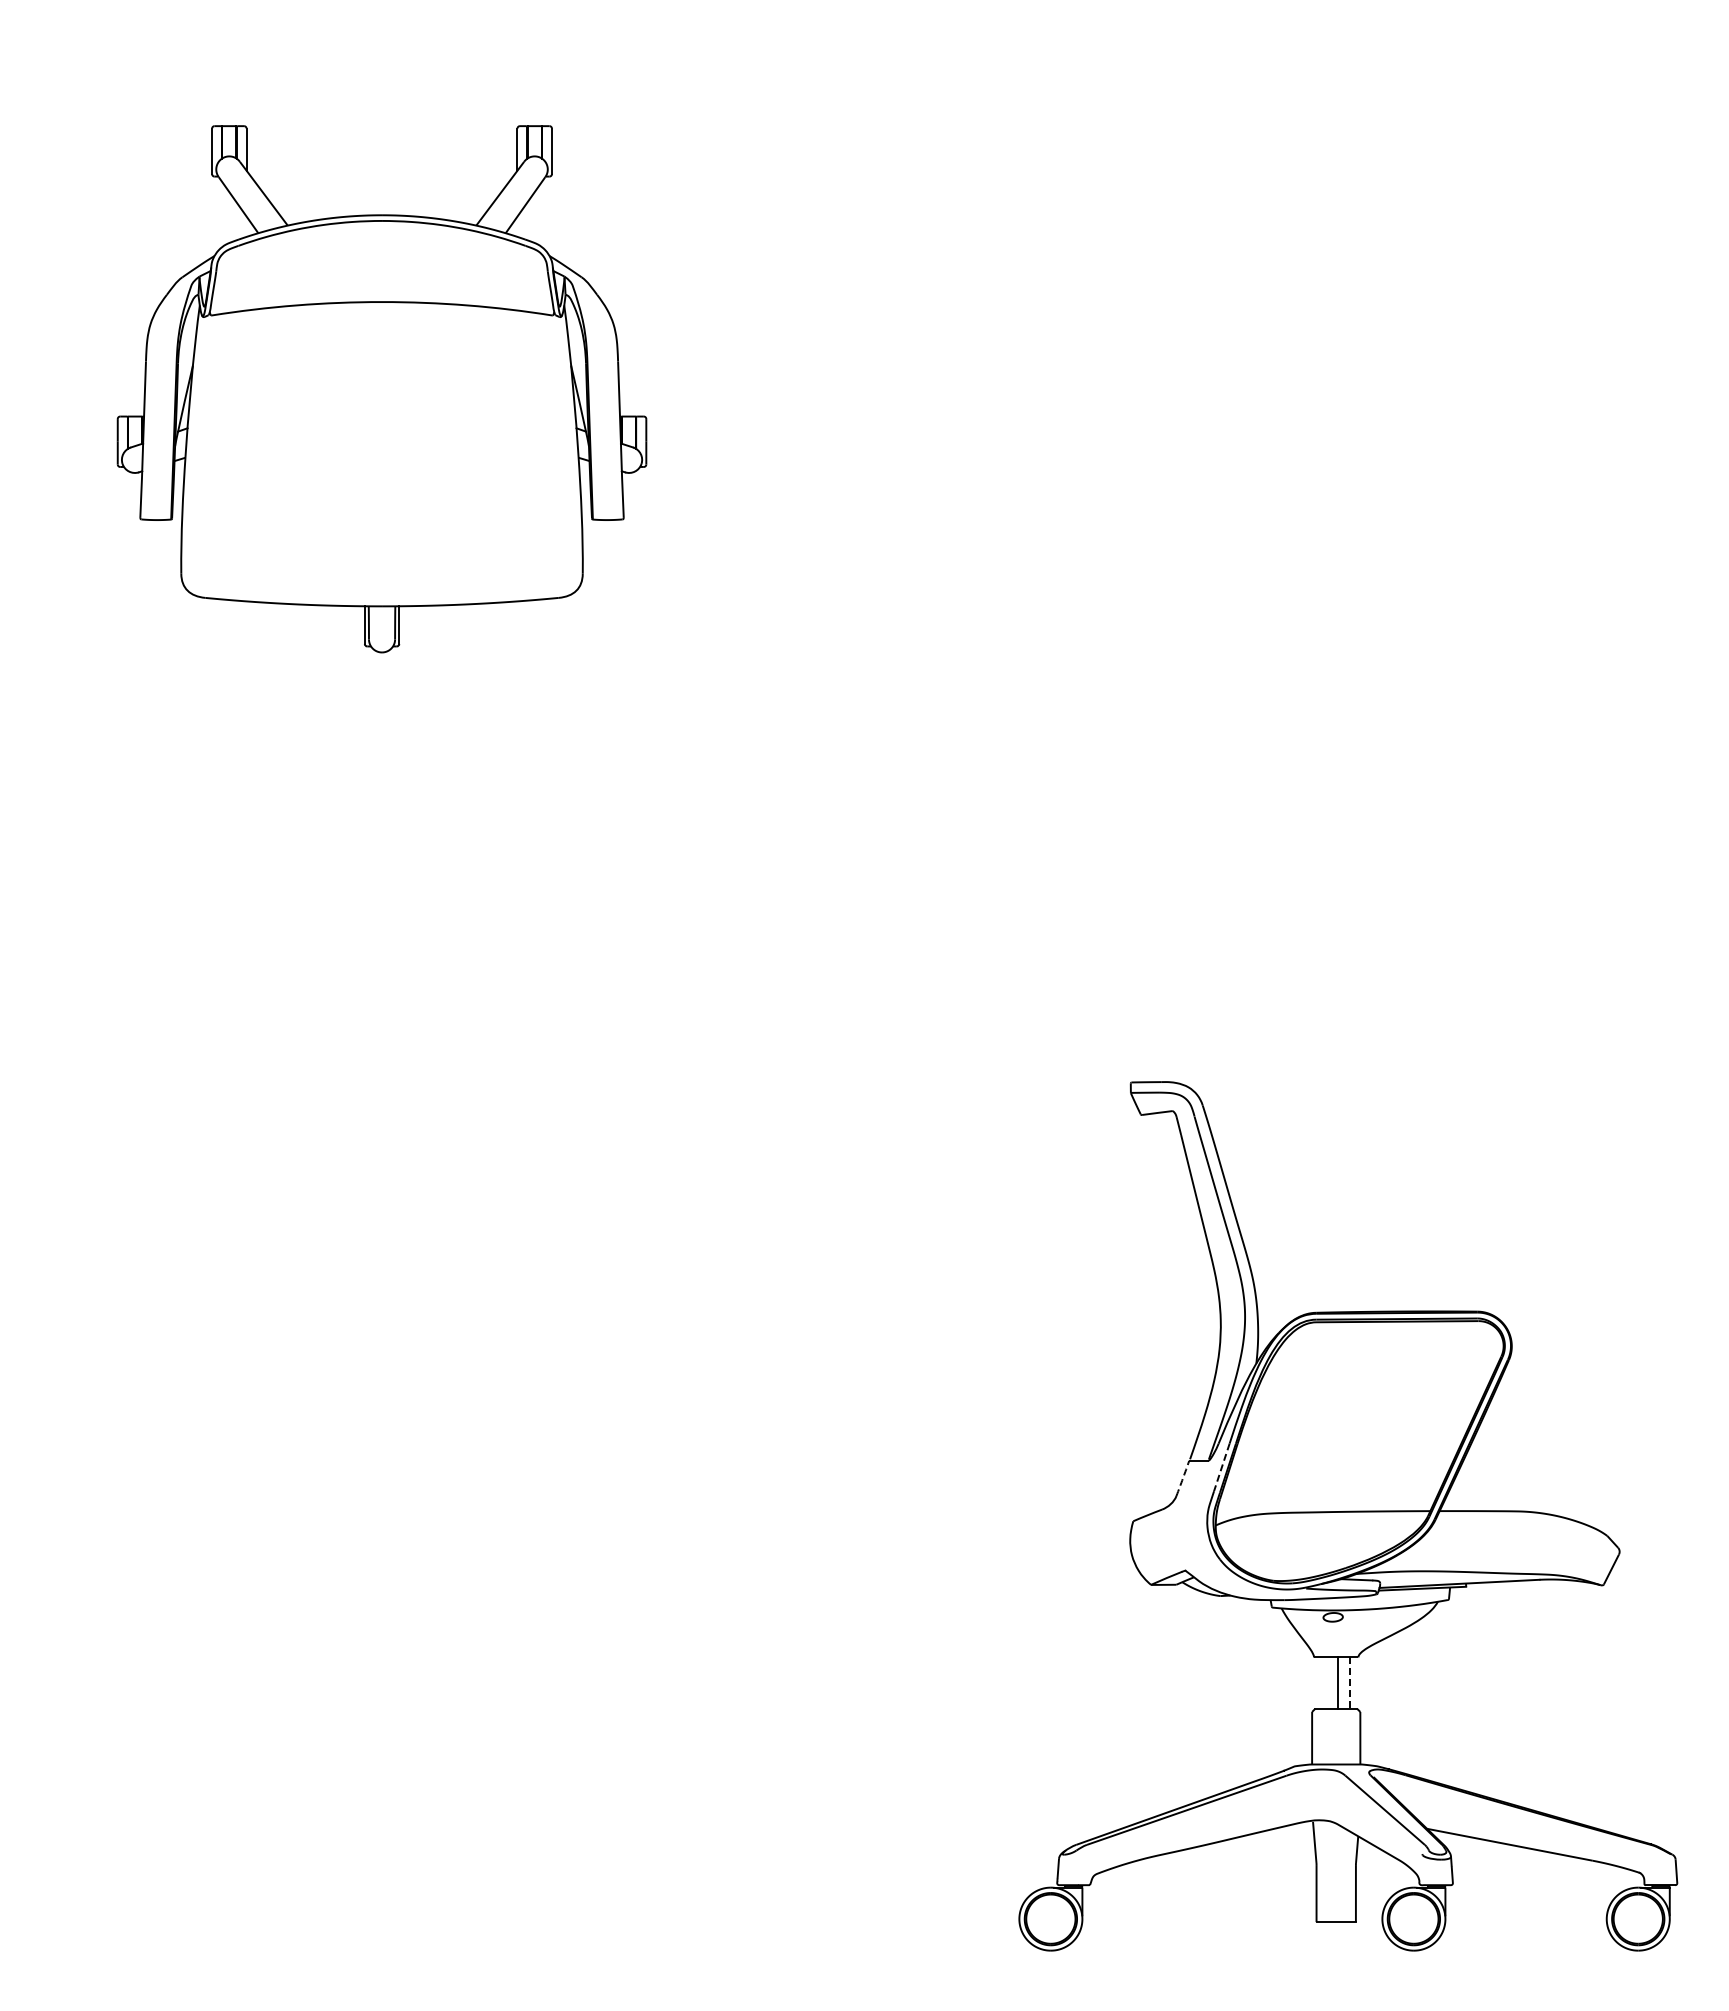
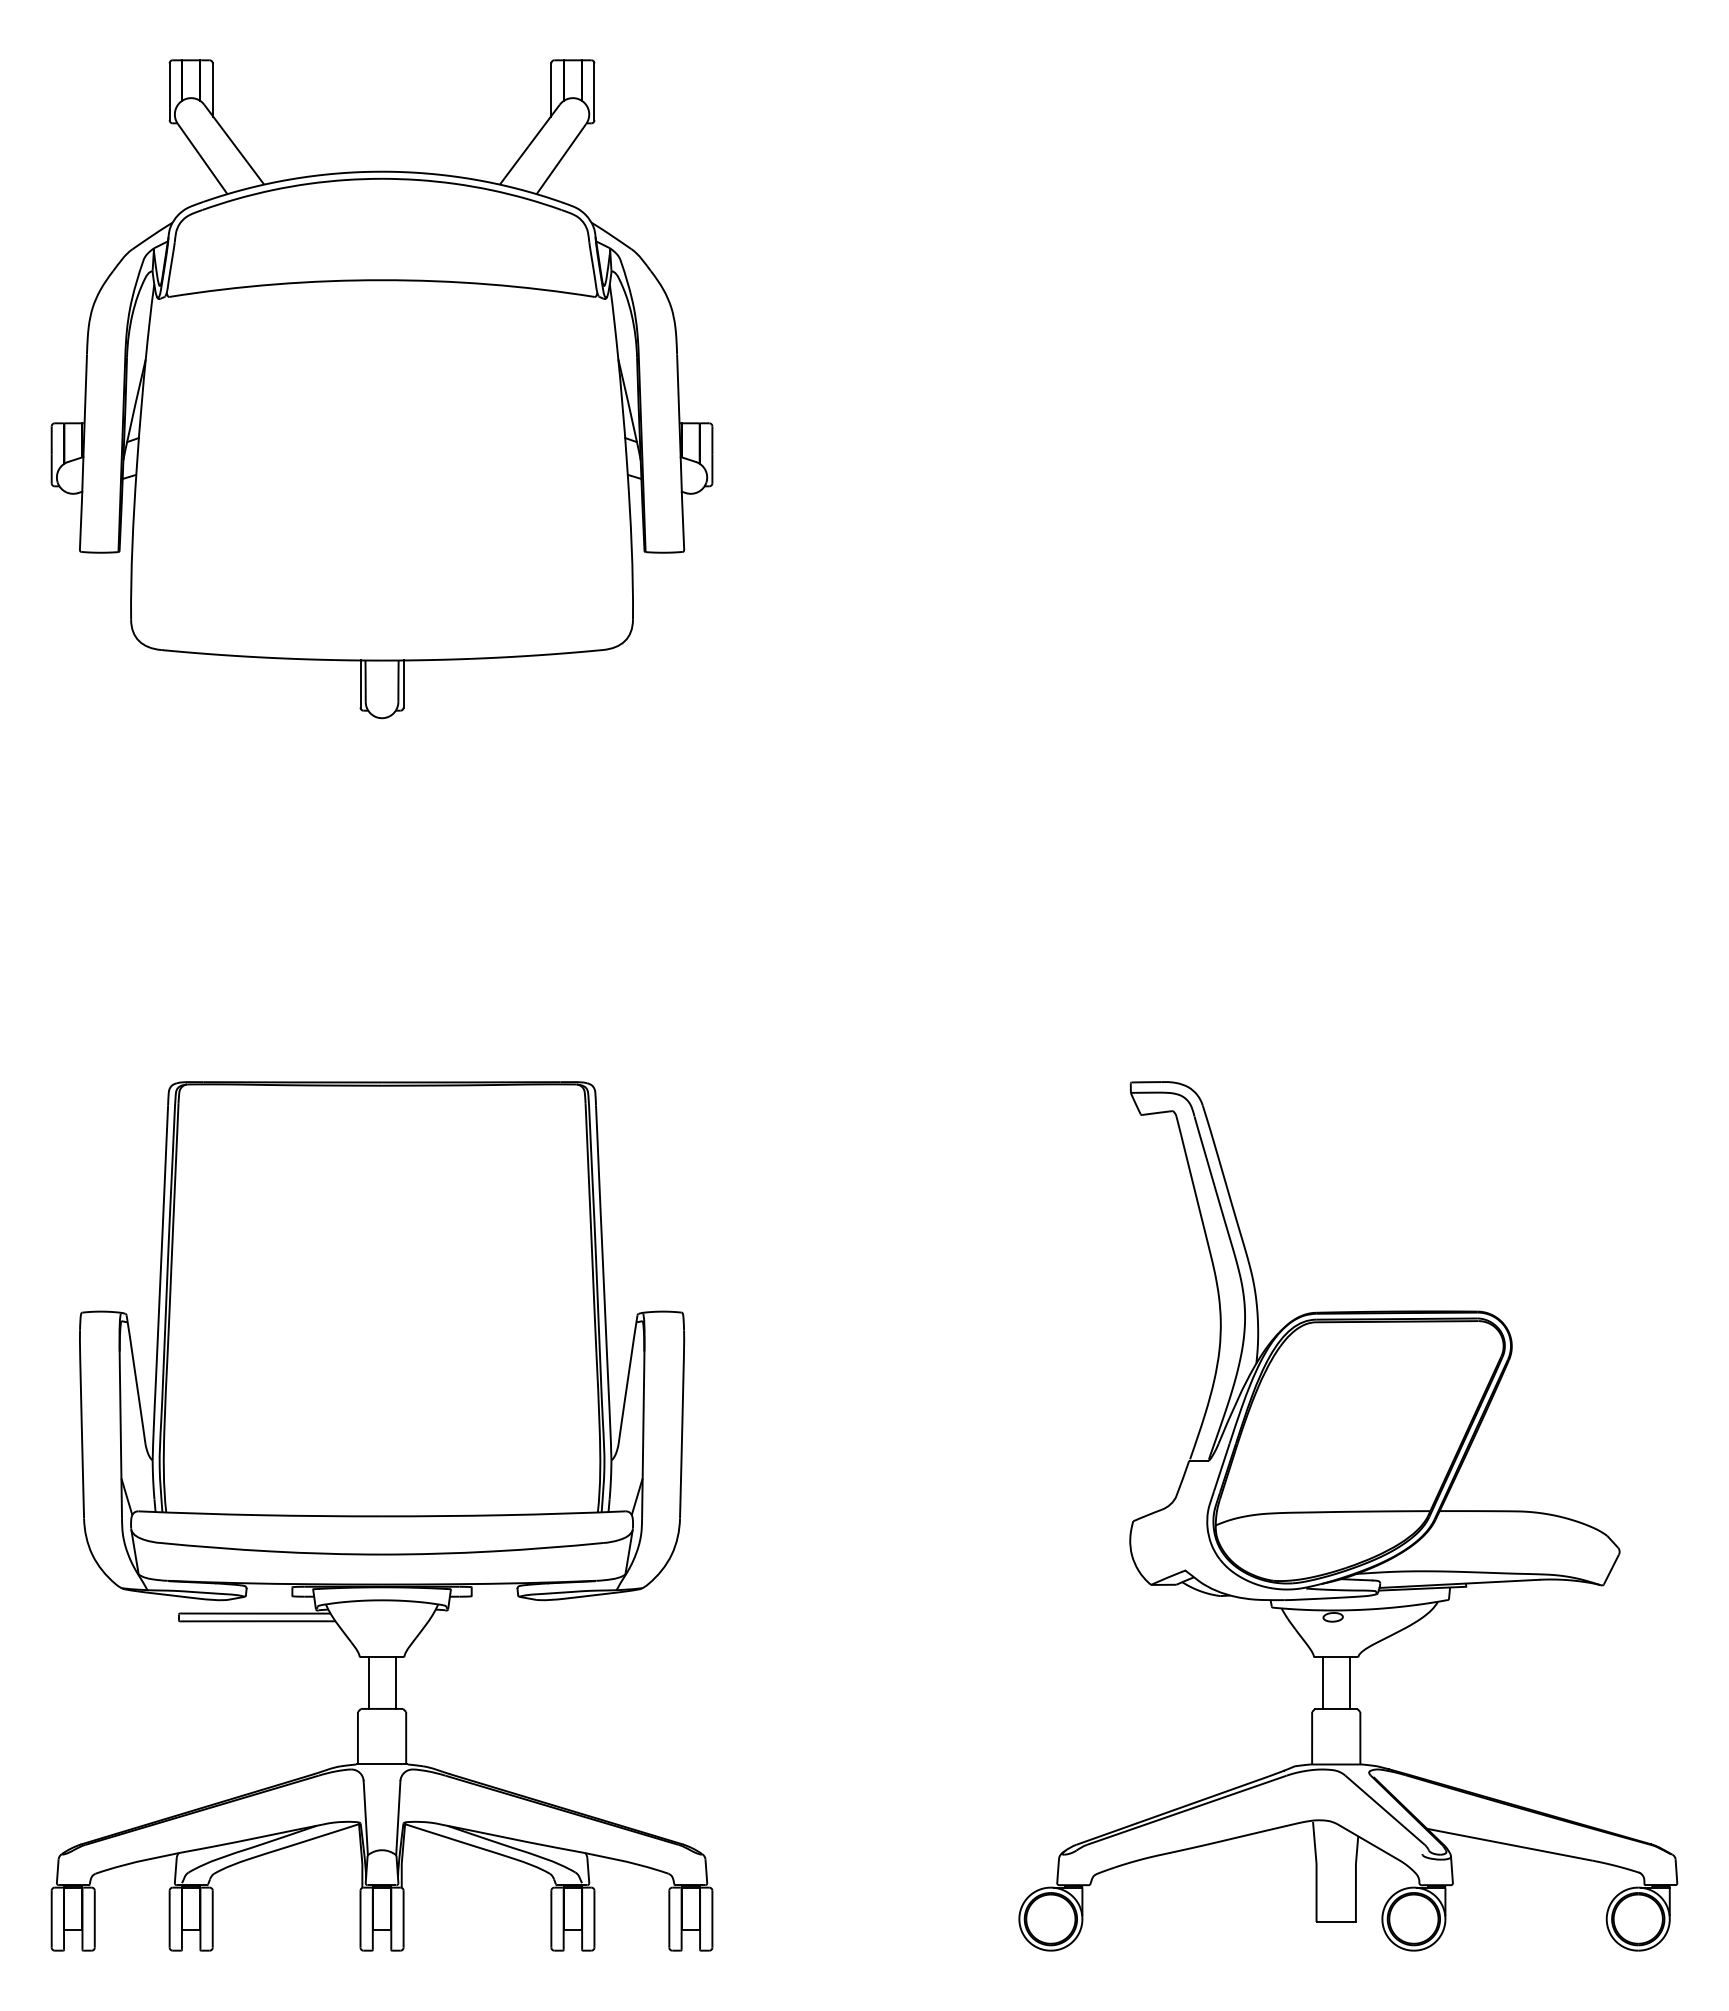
part at (381, 389) size: 532x529 px -> 664x661 px
line at (1221, 1467): dashed -> solid
arc at (1182, 1478): dashed -> solid
part at (381, 1516): none -> present
line at (1337, 1682) position: (1337, 1682) -> (1322, 1682)
line at (1349, 1683): dashed -> solid
